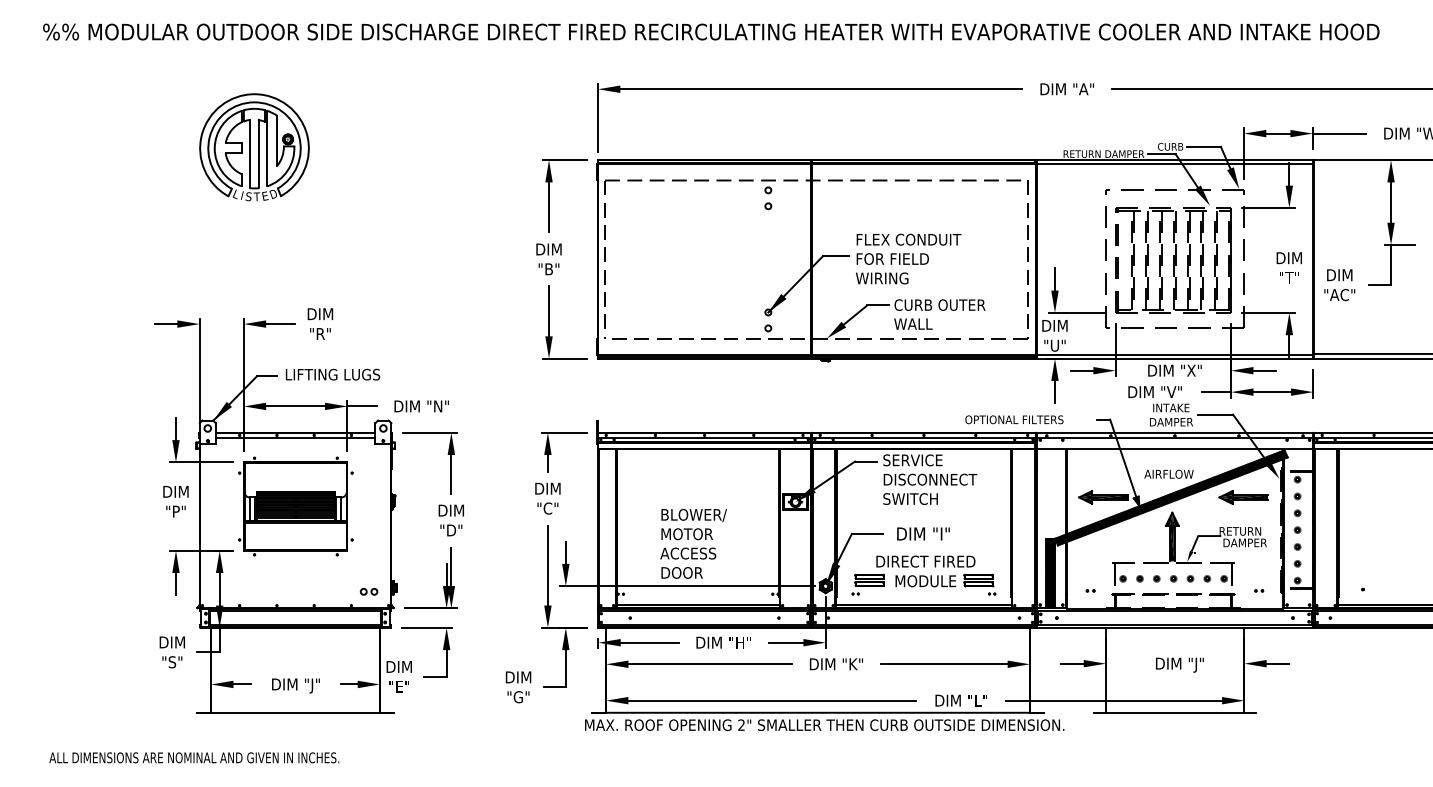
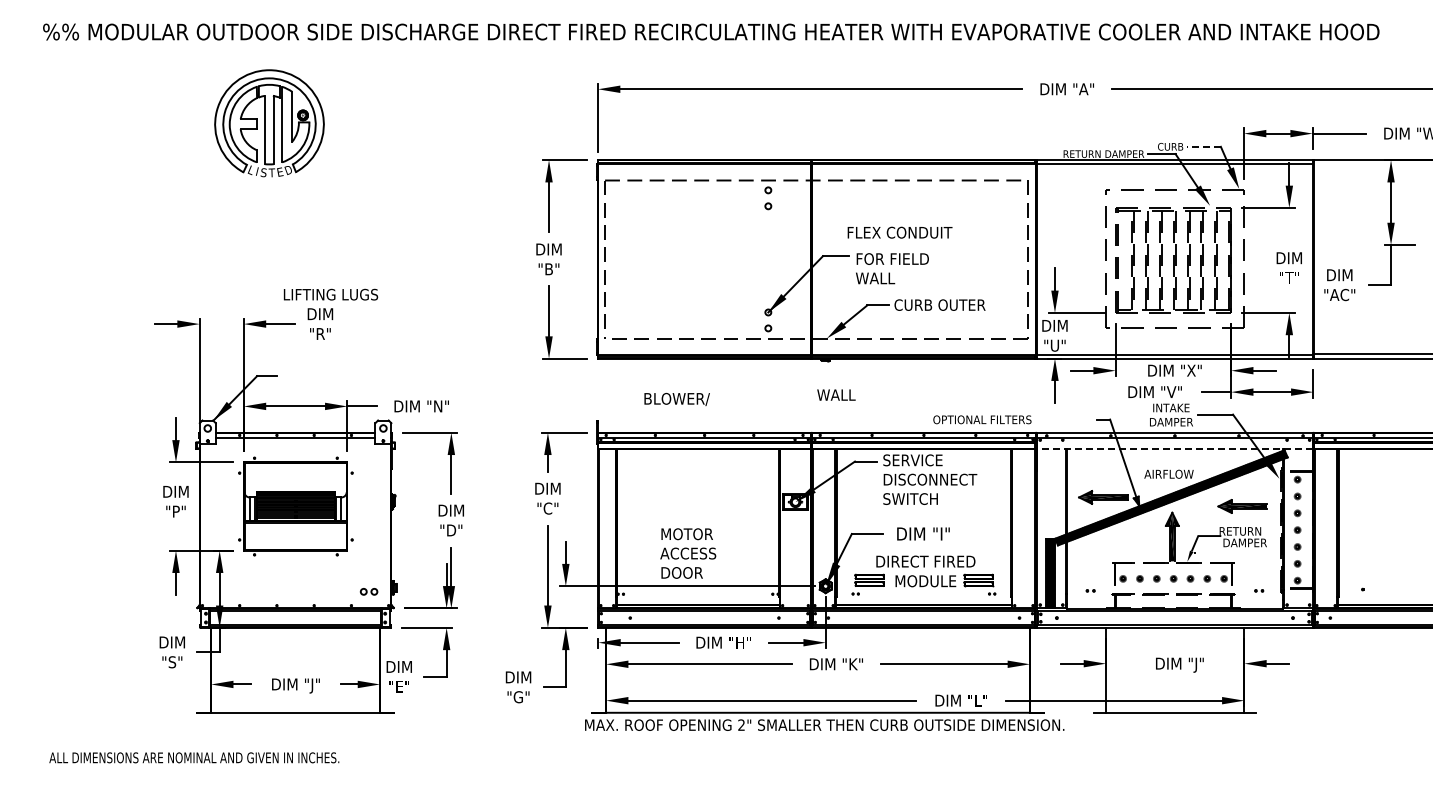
line at (1203, 146): solid -> dashed
part at (254, 147) position: (254, 147) -> (269, 123)
text at (908, 239) position: (908, 239) -> (899, 232)
text at (888, 278): WIRING -> WALL
text at (913, 323) position: (913, 323) -> (836, 394)
text at (332, 374) position: (332, 374) -> (330, 294)
text at (1014, 419) position: (1014, 419) -> (982, 419)
line at (1174, 448): solid -> dashed
part at (1243, 497) position: (1243, 497) -> (1242, 506)
text at (693, 515) position: (693, 515) -> (676, 399)
